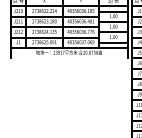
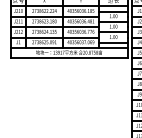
line at (68, 58): none -> present
